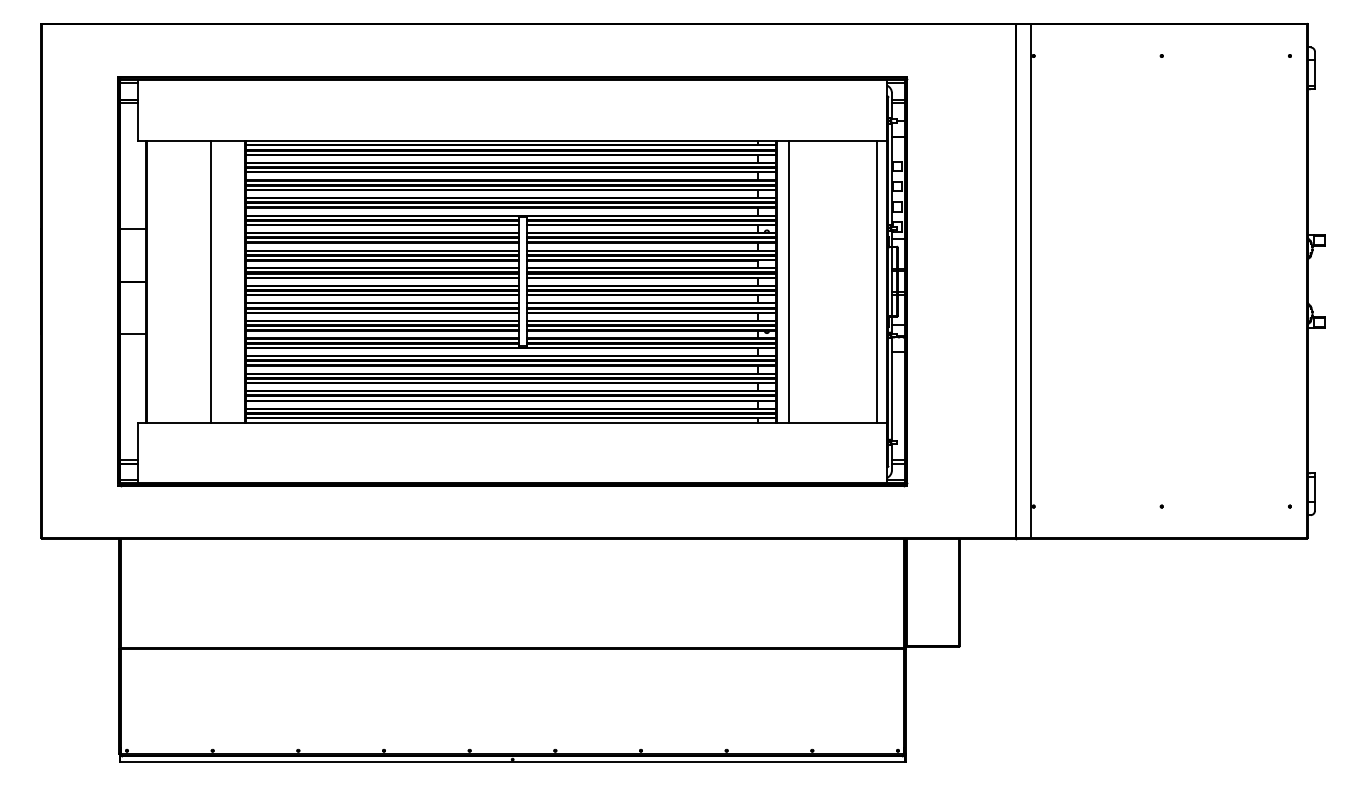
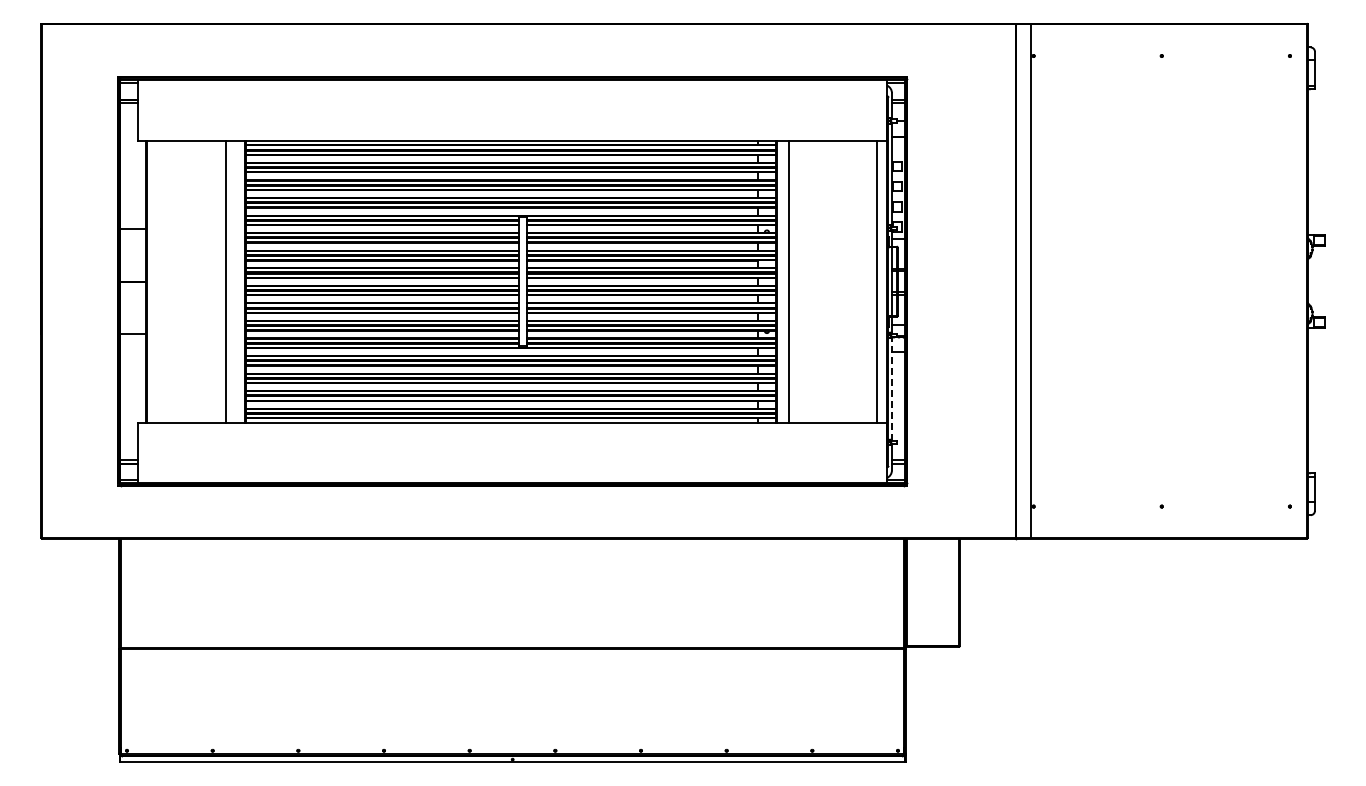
line at (211, 281) position: (211, 281) -> (226, 281)
line at (892, 388): solid -> dashed
